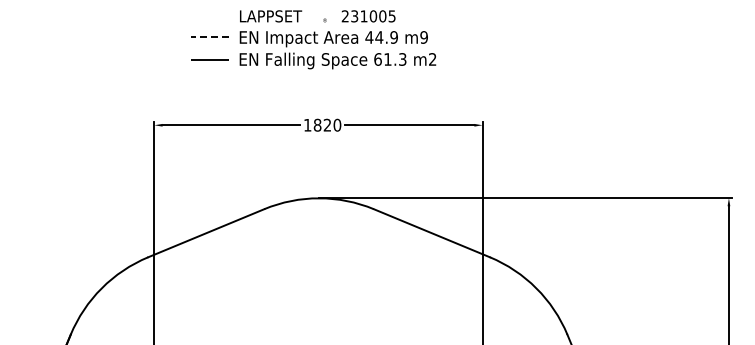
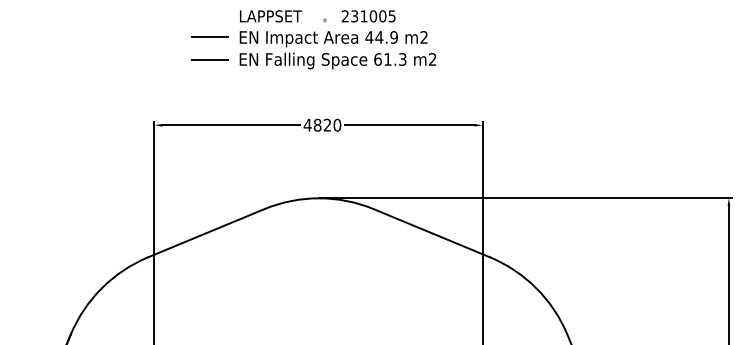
line at (209, 37): dashed -> solid
text at (423, 37): m9 -> m2
text at (307, 125): 1820 -> 4820
